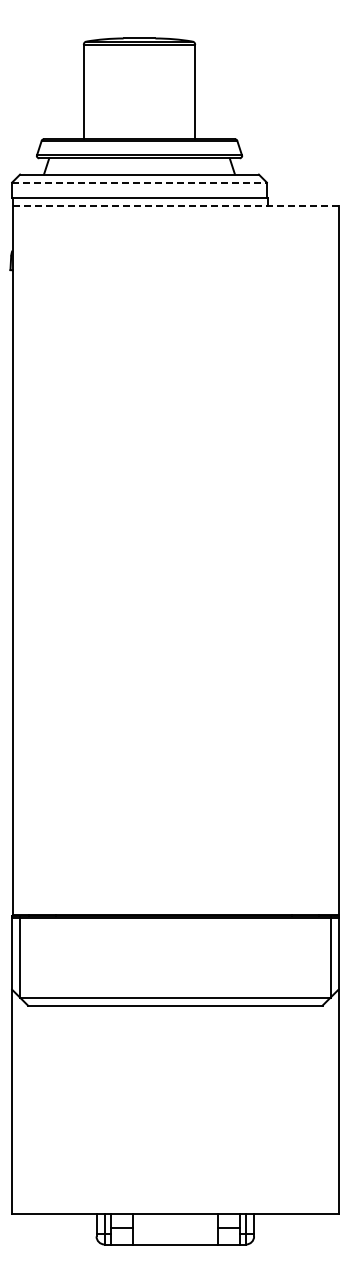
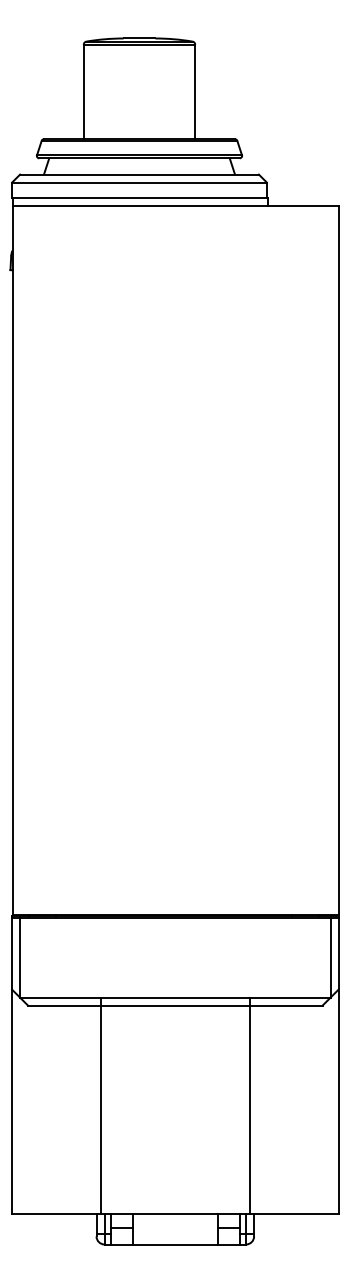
line at (140, 182): dashed -> solid
line at (175, 206): dashed -> solid
line at (101, 1105): none -> present
line at (249, 1105): none -> present
